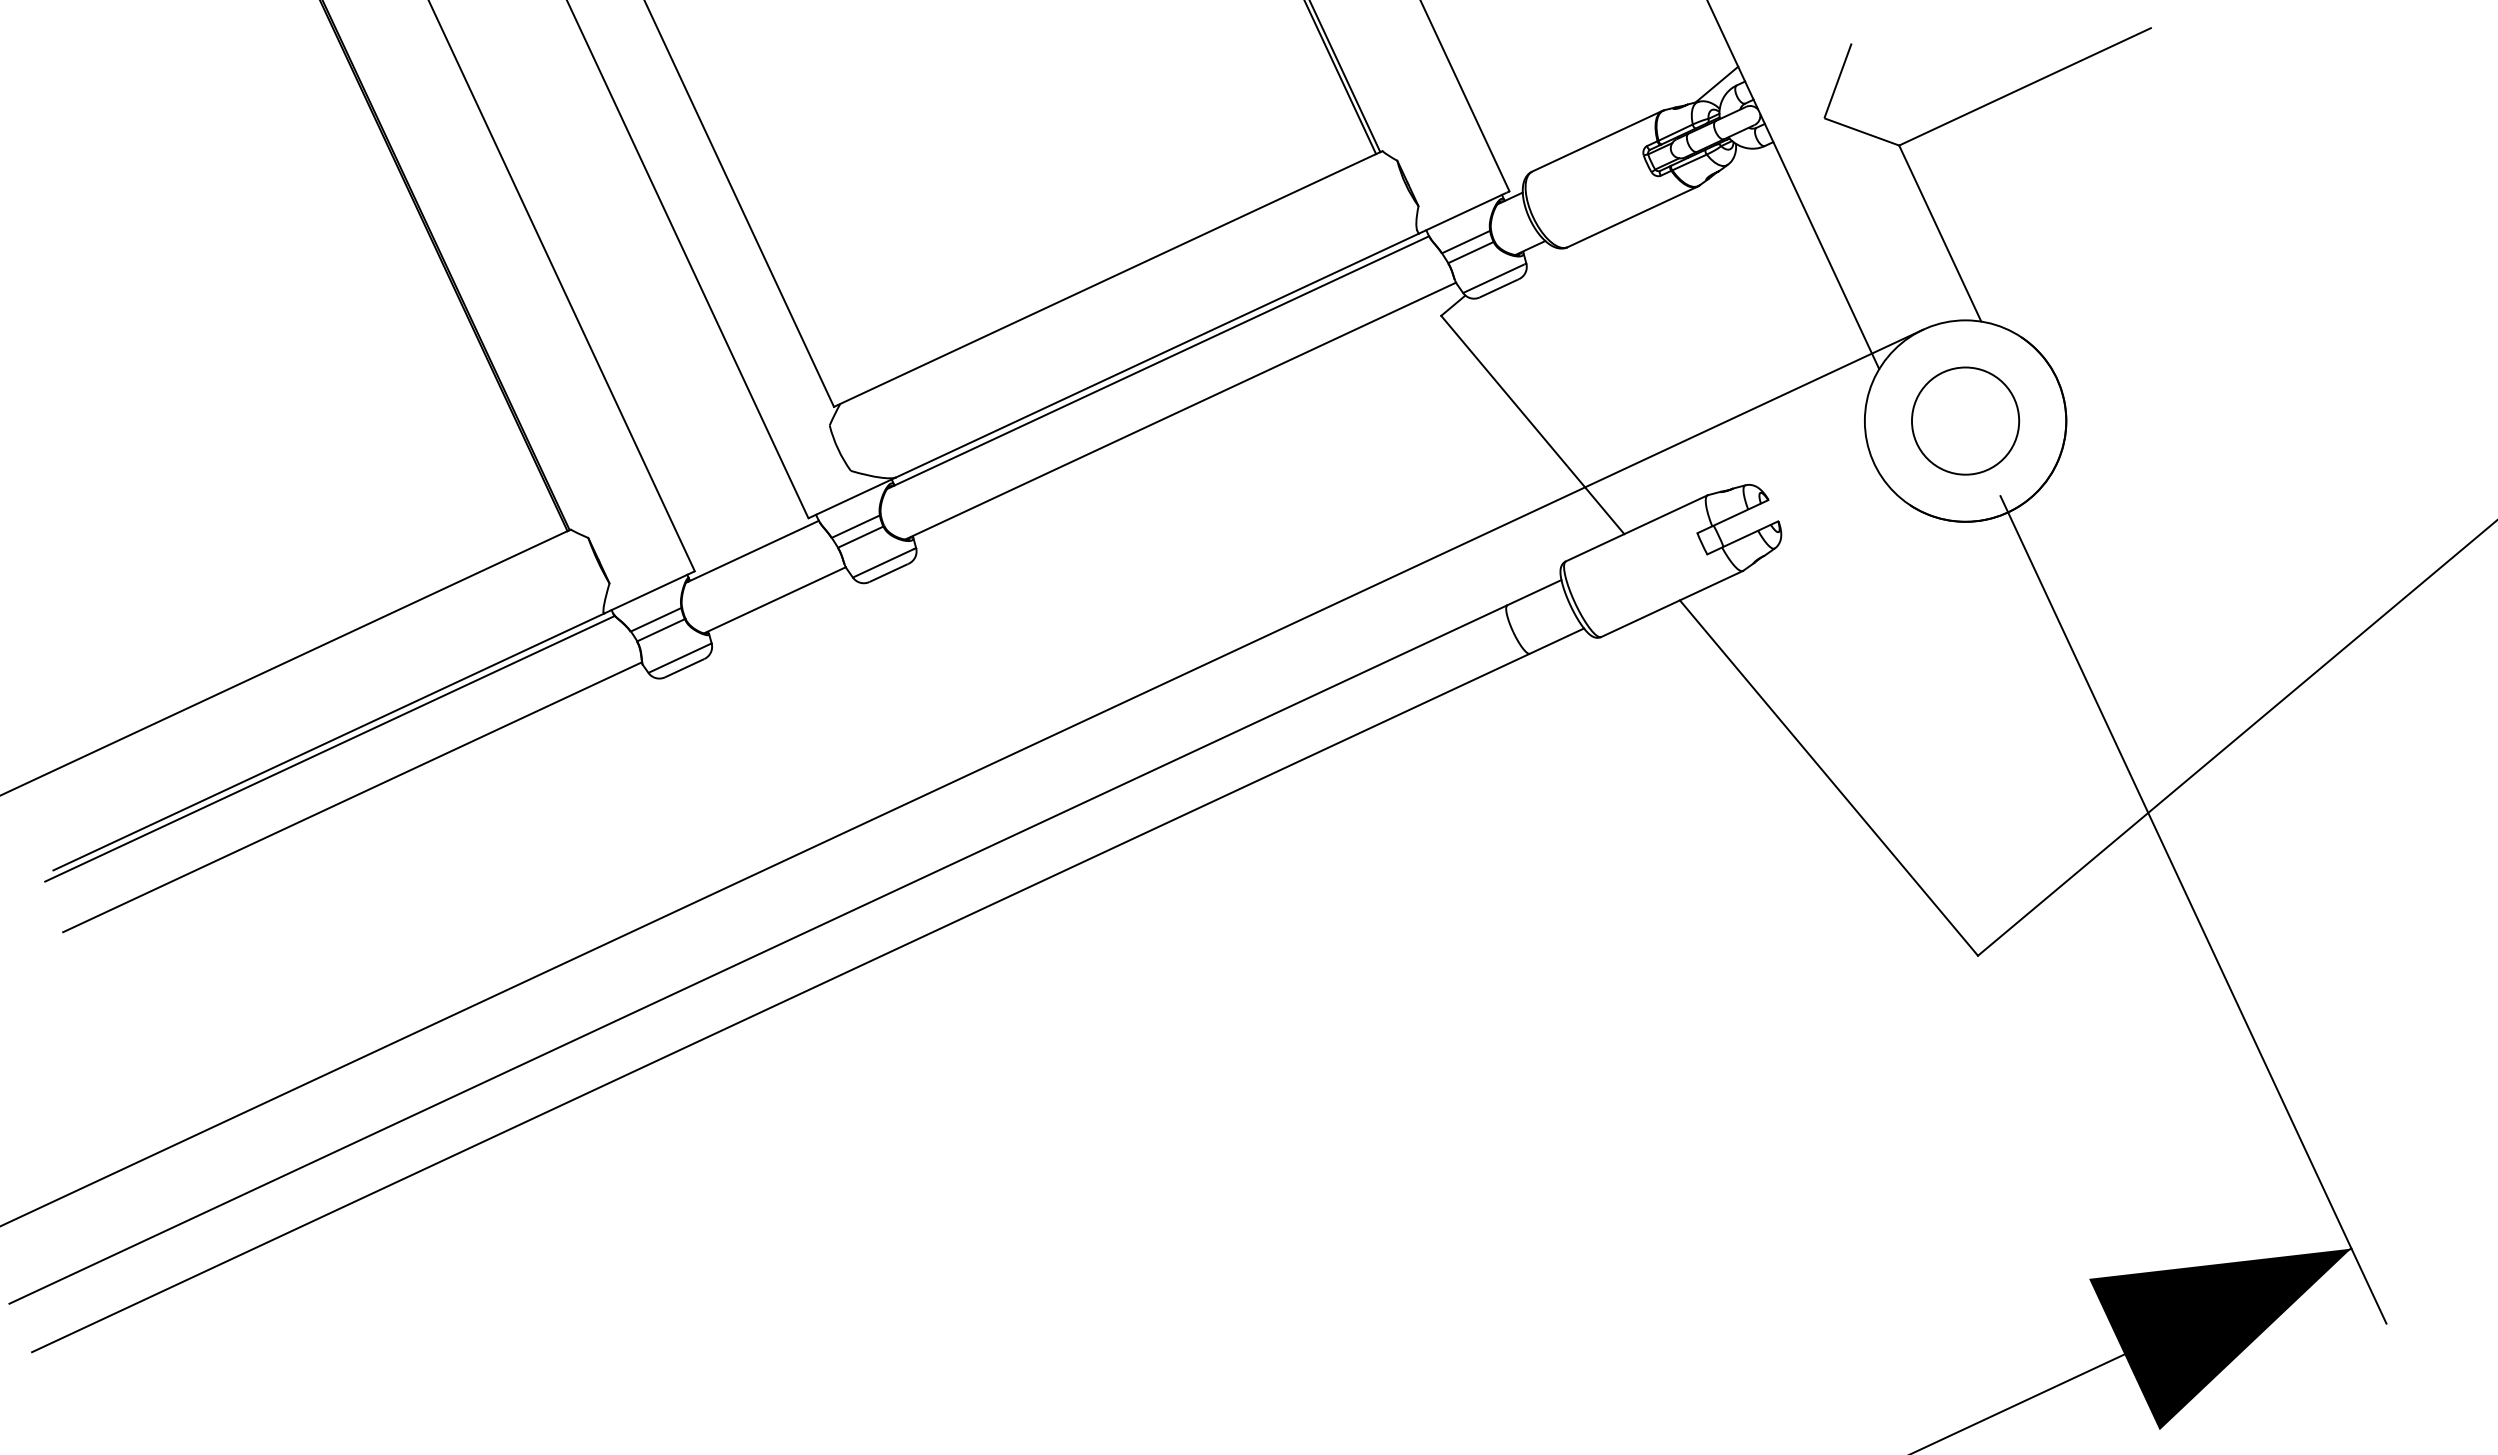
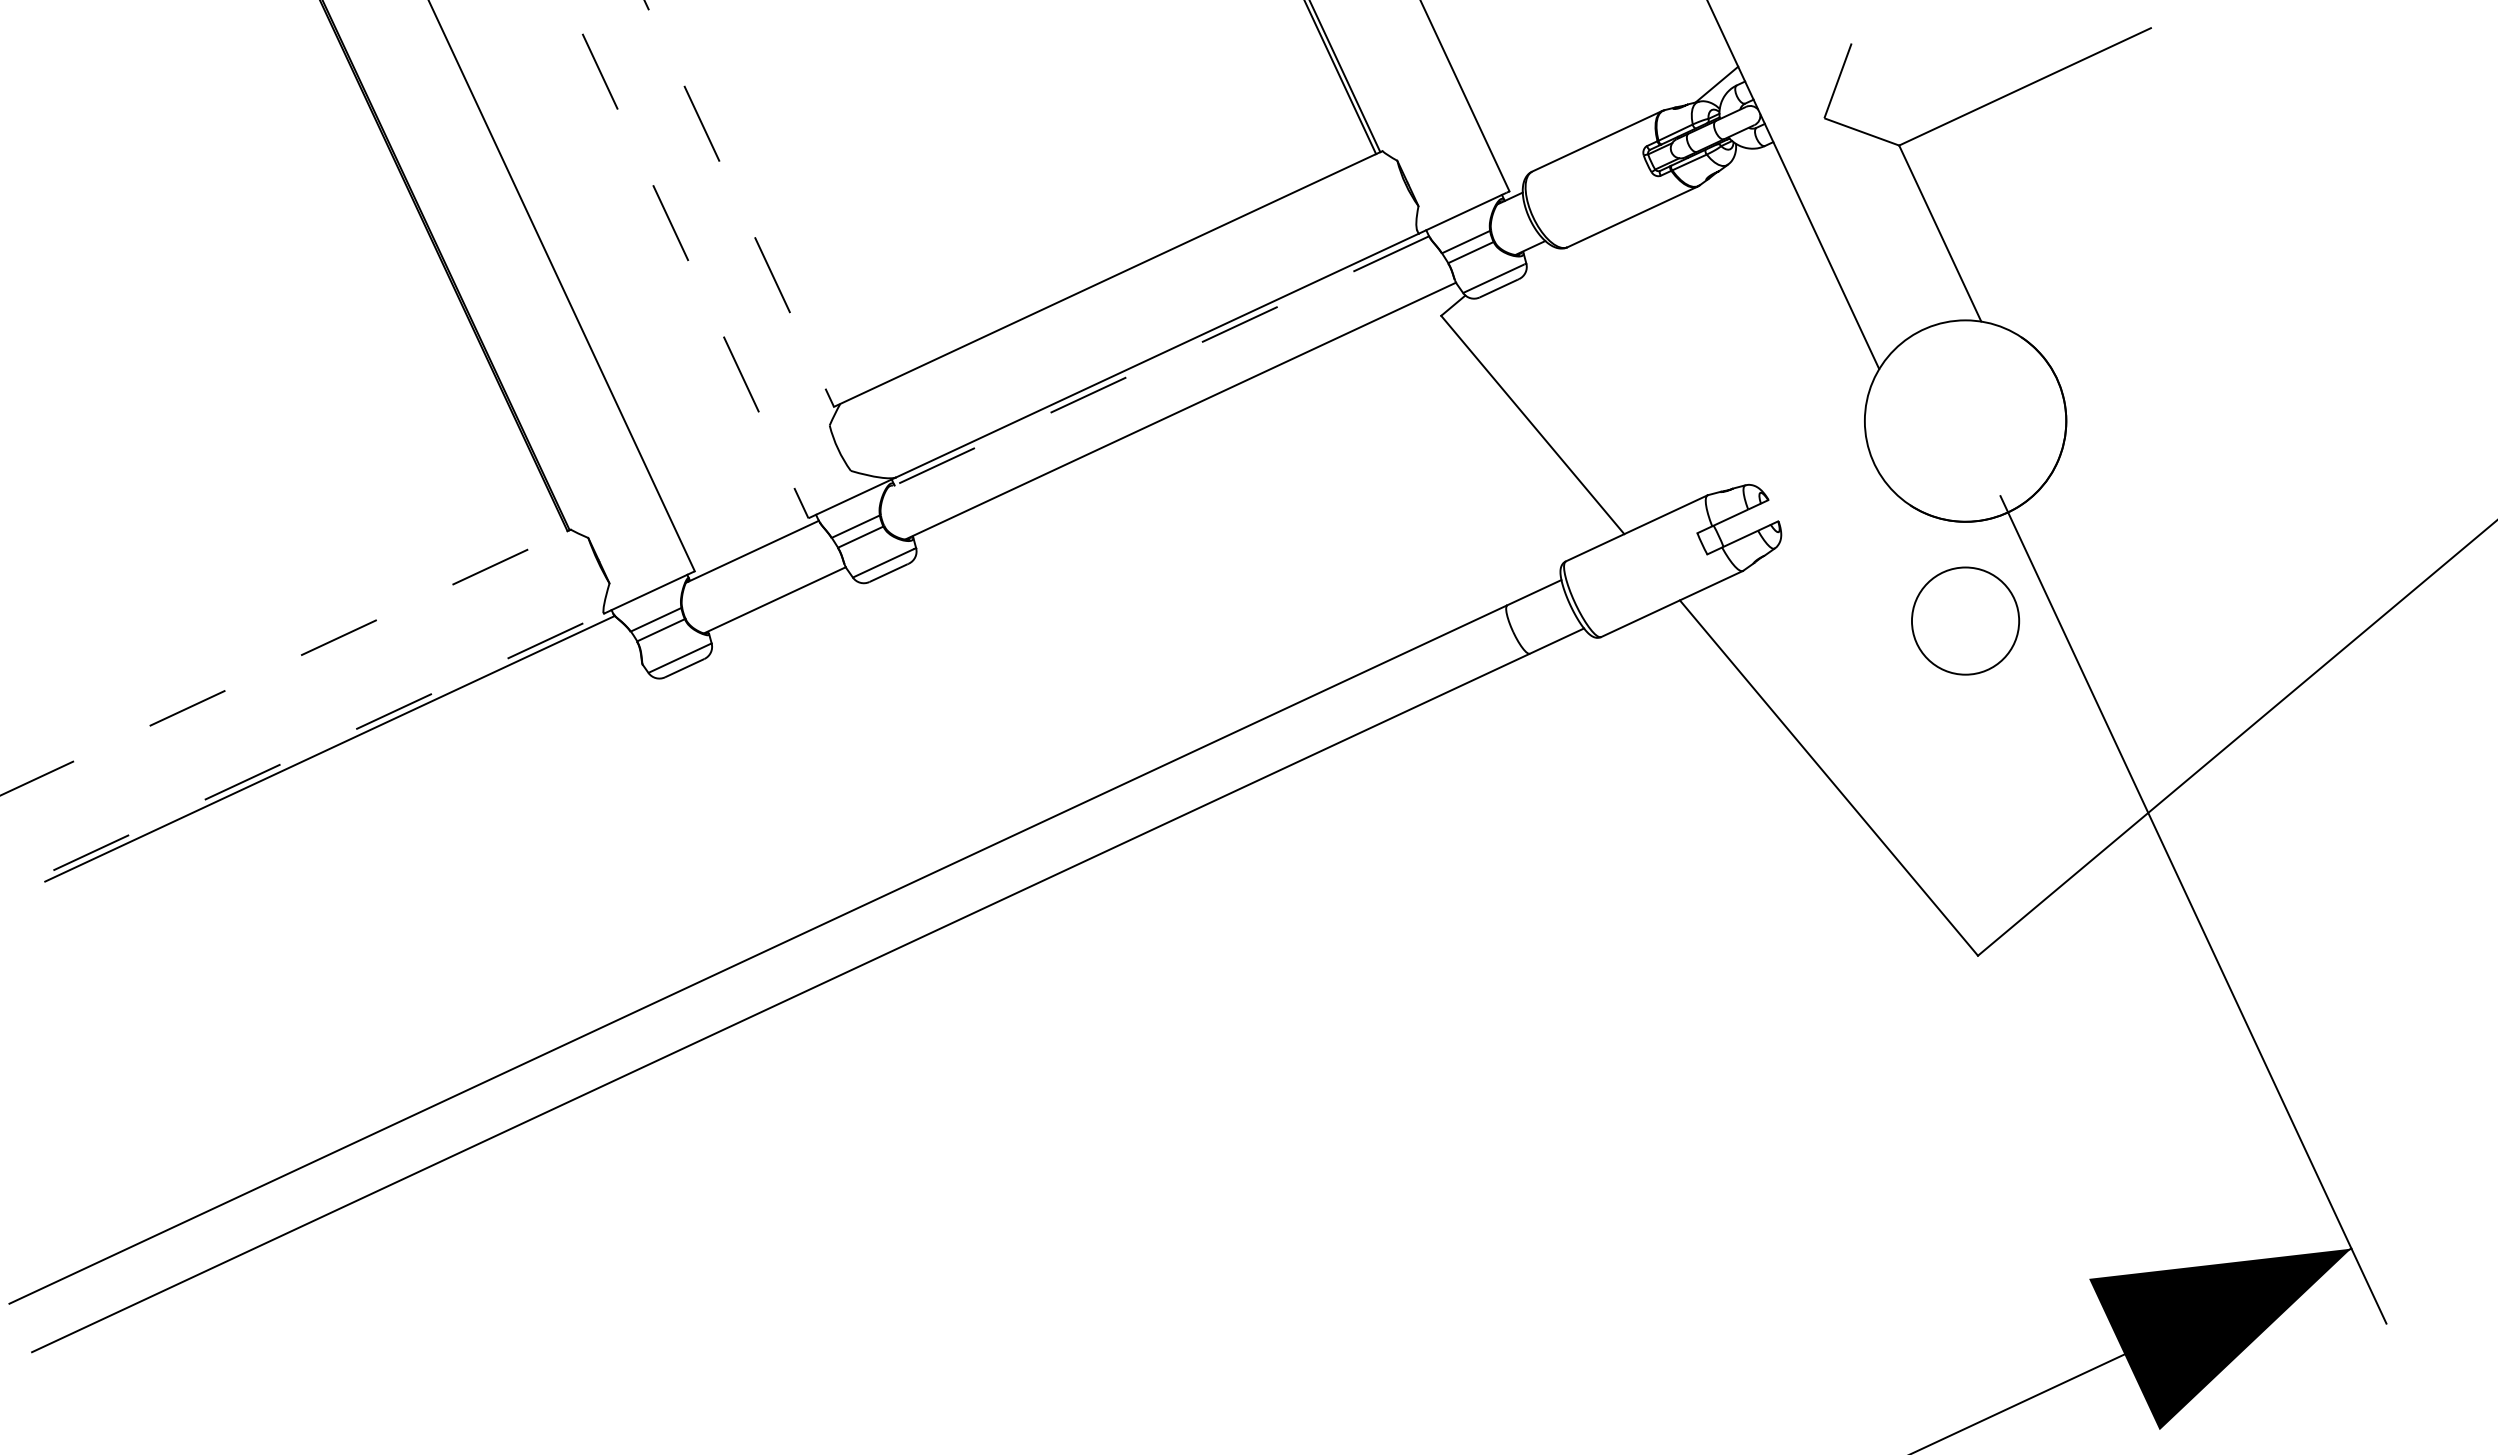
line at (739, 204): solid -> dashed
line at (687, 259): solid -> dashed
line at (1157, 362): solid -> dashed
circle at (1965, 420) position: (1965, 420) -> (1965, 620)
line at (284, 663): solid -> dashed
line at (328, 742): solid -> dashed
line at (962, 777): present -> none
line at (352, 797): present -> none
